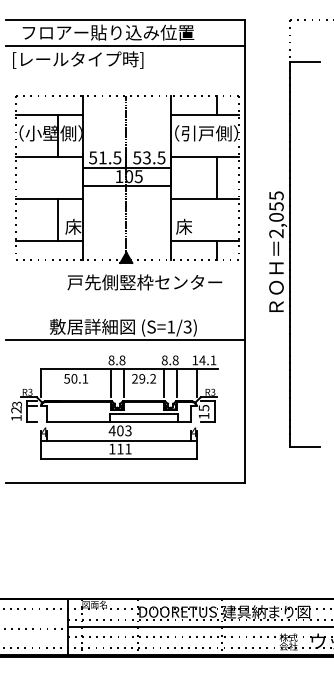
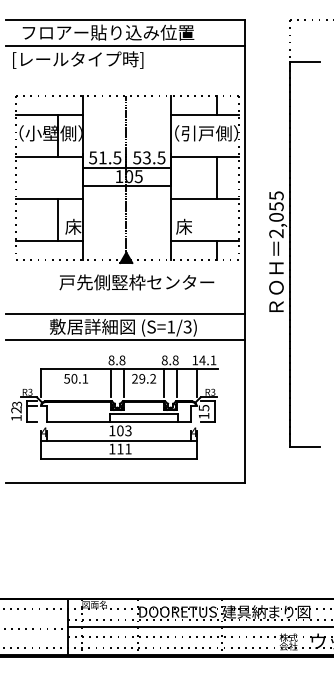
text at (144, 282) position: (144, 282) -> (136, 282)
line at (124, 314): none -> present
text at (111, 430): 403 -> 103
